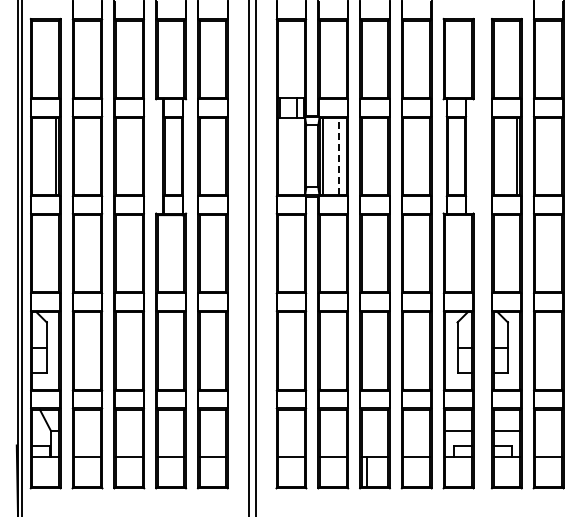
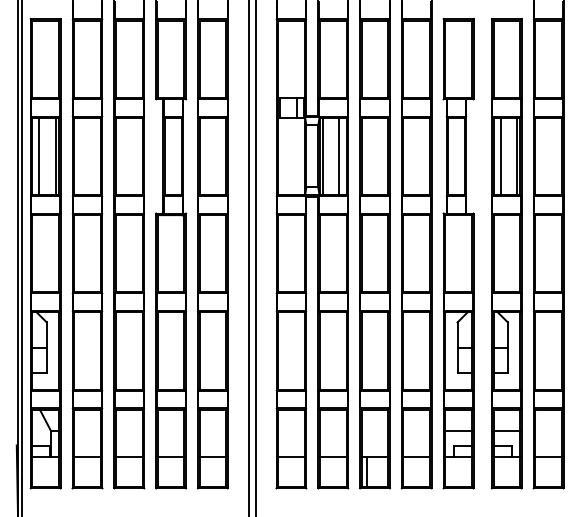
line at (39, 155): none -> present
line at (500, 155): none -> present
line at (339, 156): dashed -> solid
